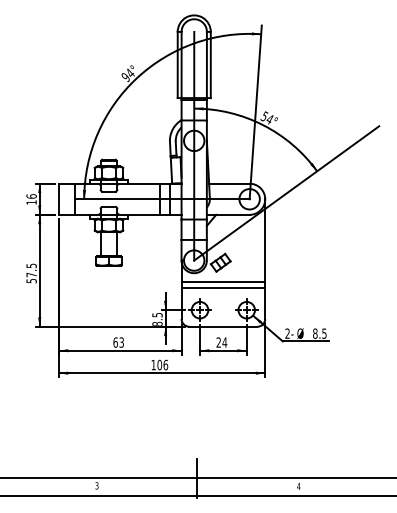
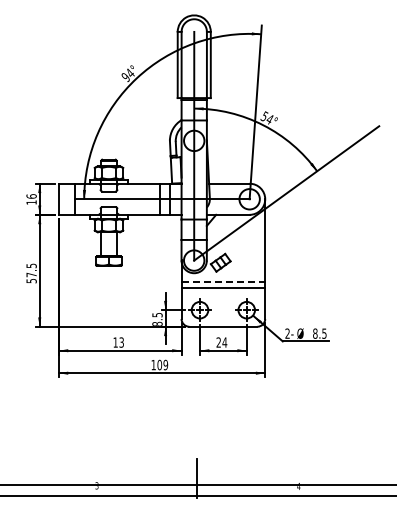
line at (223, 282): solid -> dashed
text at (115, 342): 63 -> 13
text at (165, 364): 106 -> 109
line at (197, 478) position: (197, 478) -> (197, 485)
